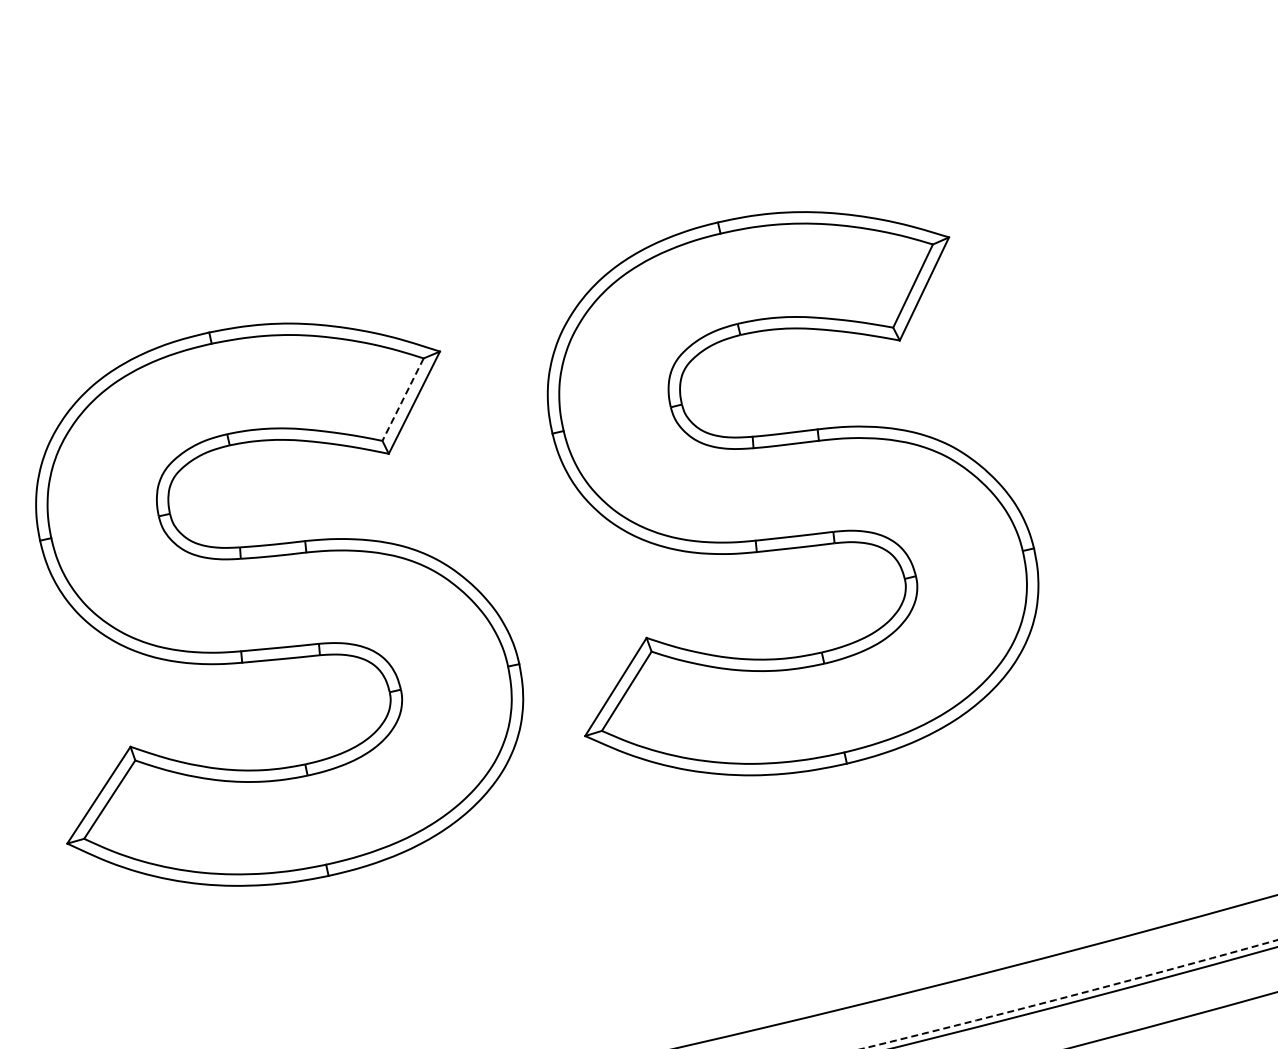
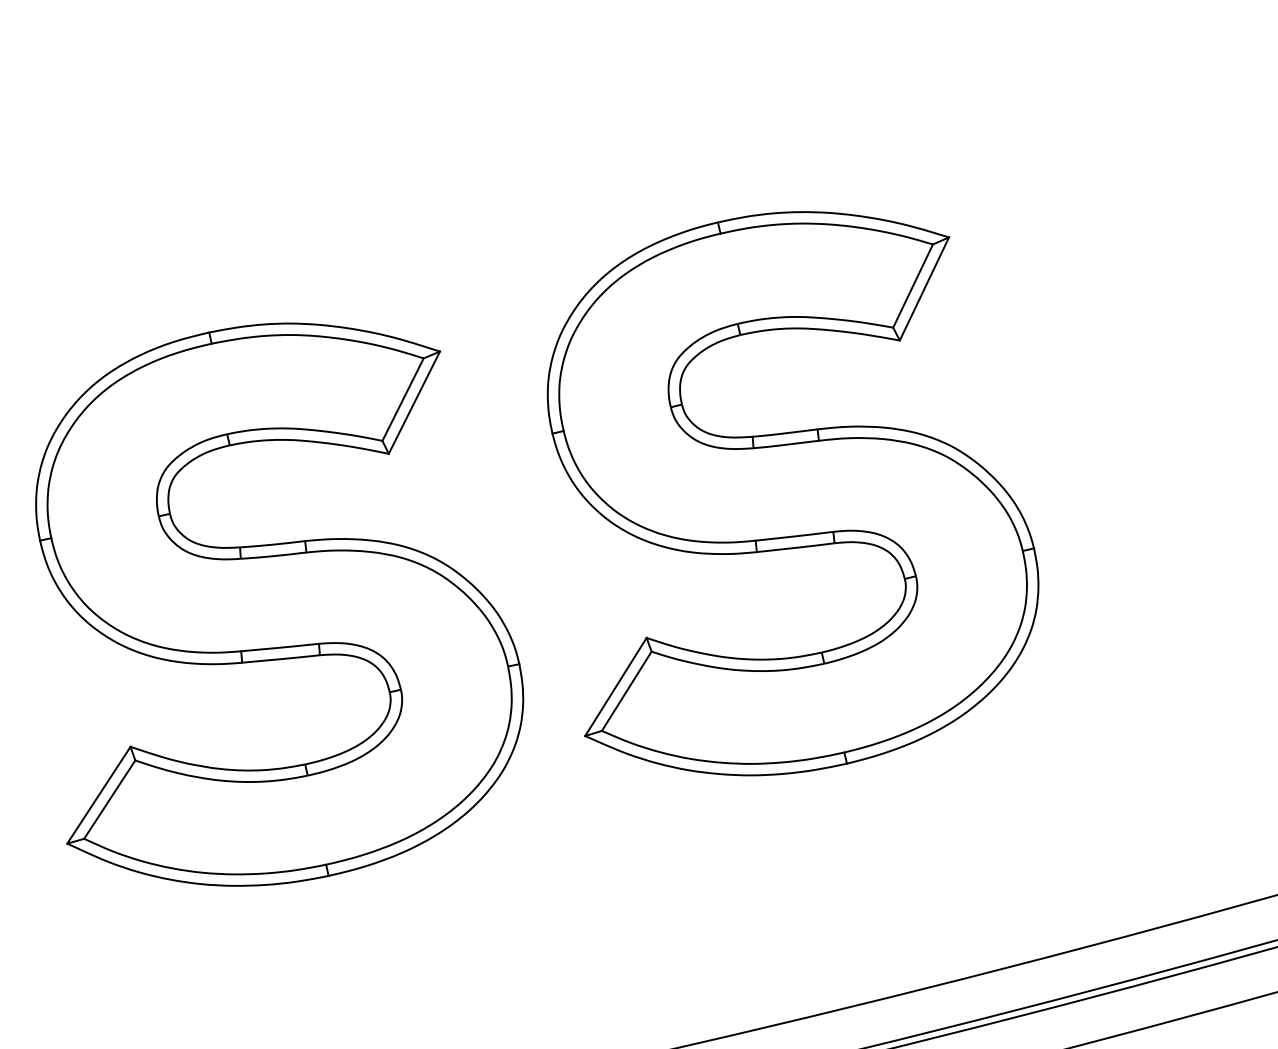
line at (402, 400): dashed -> solid
circle at (1069, 993): dashed -> solid
